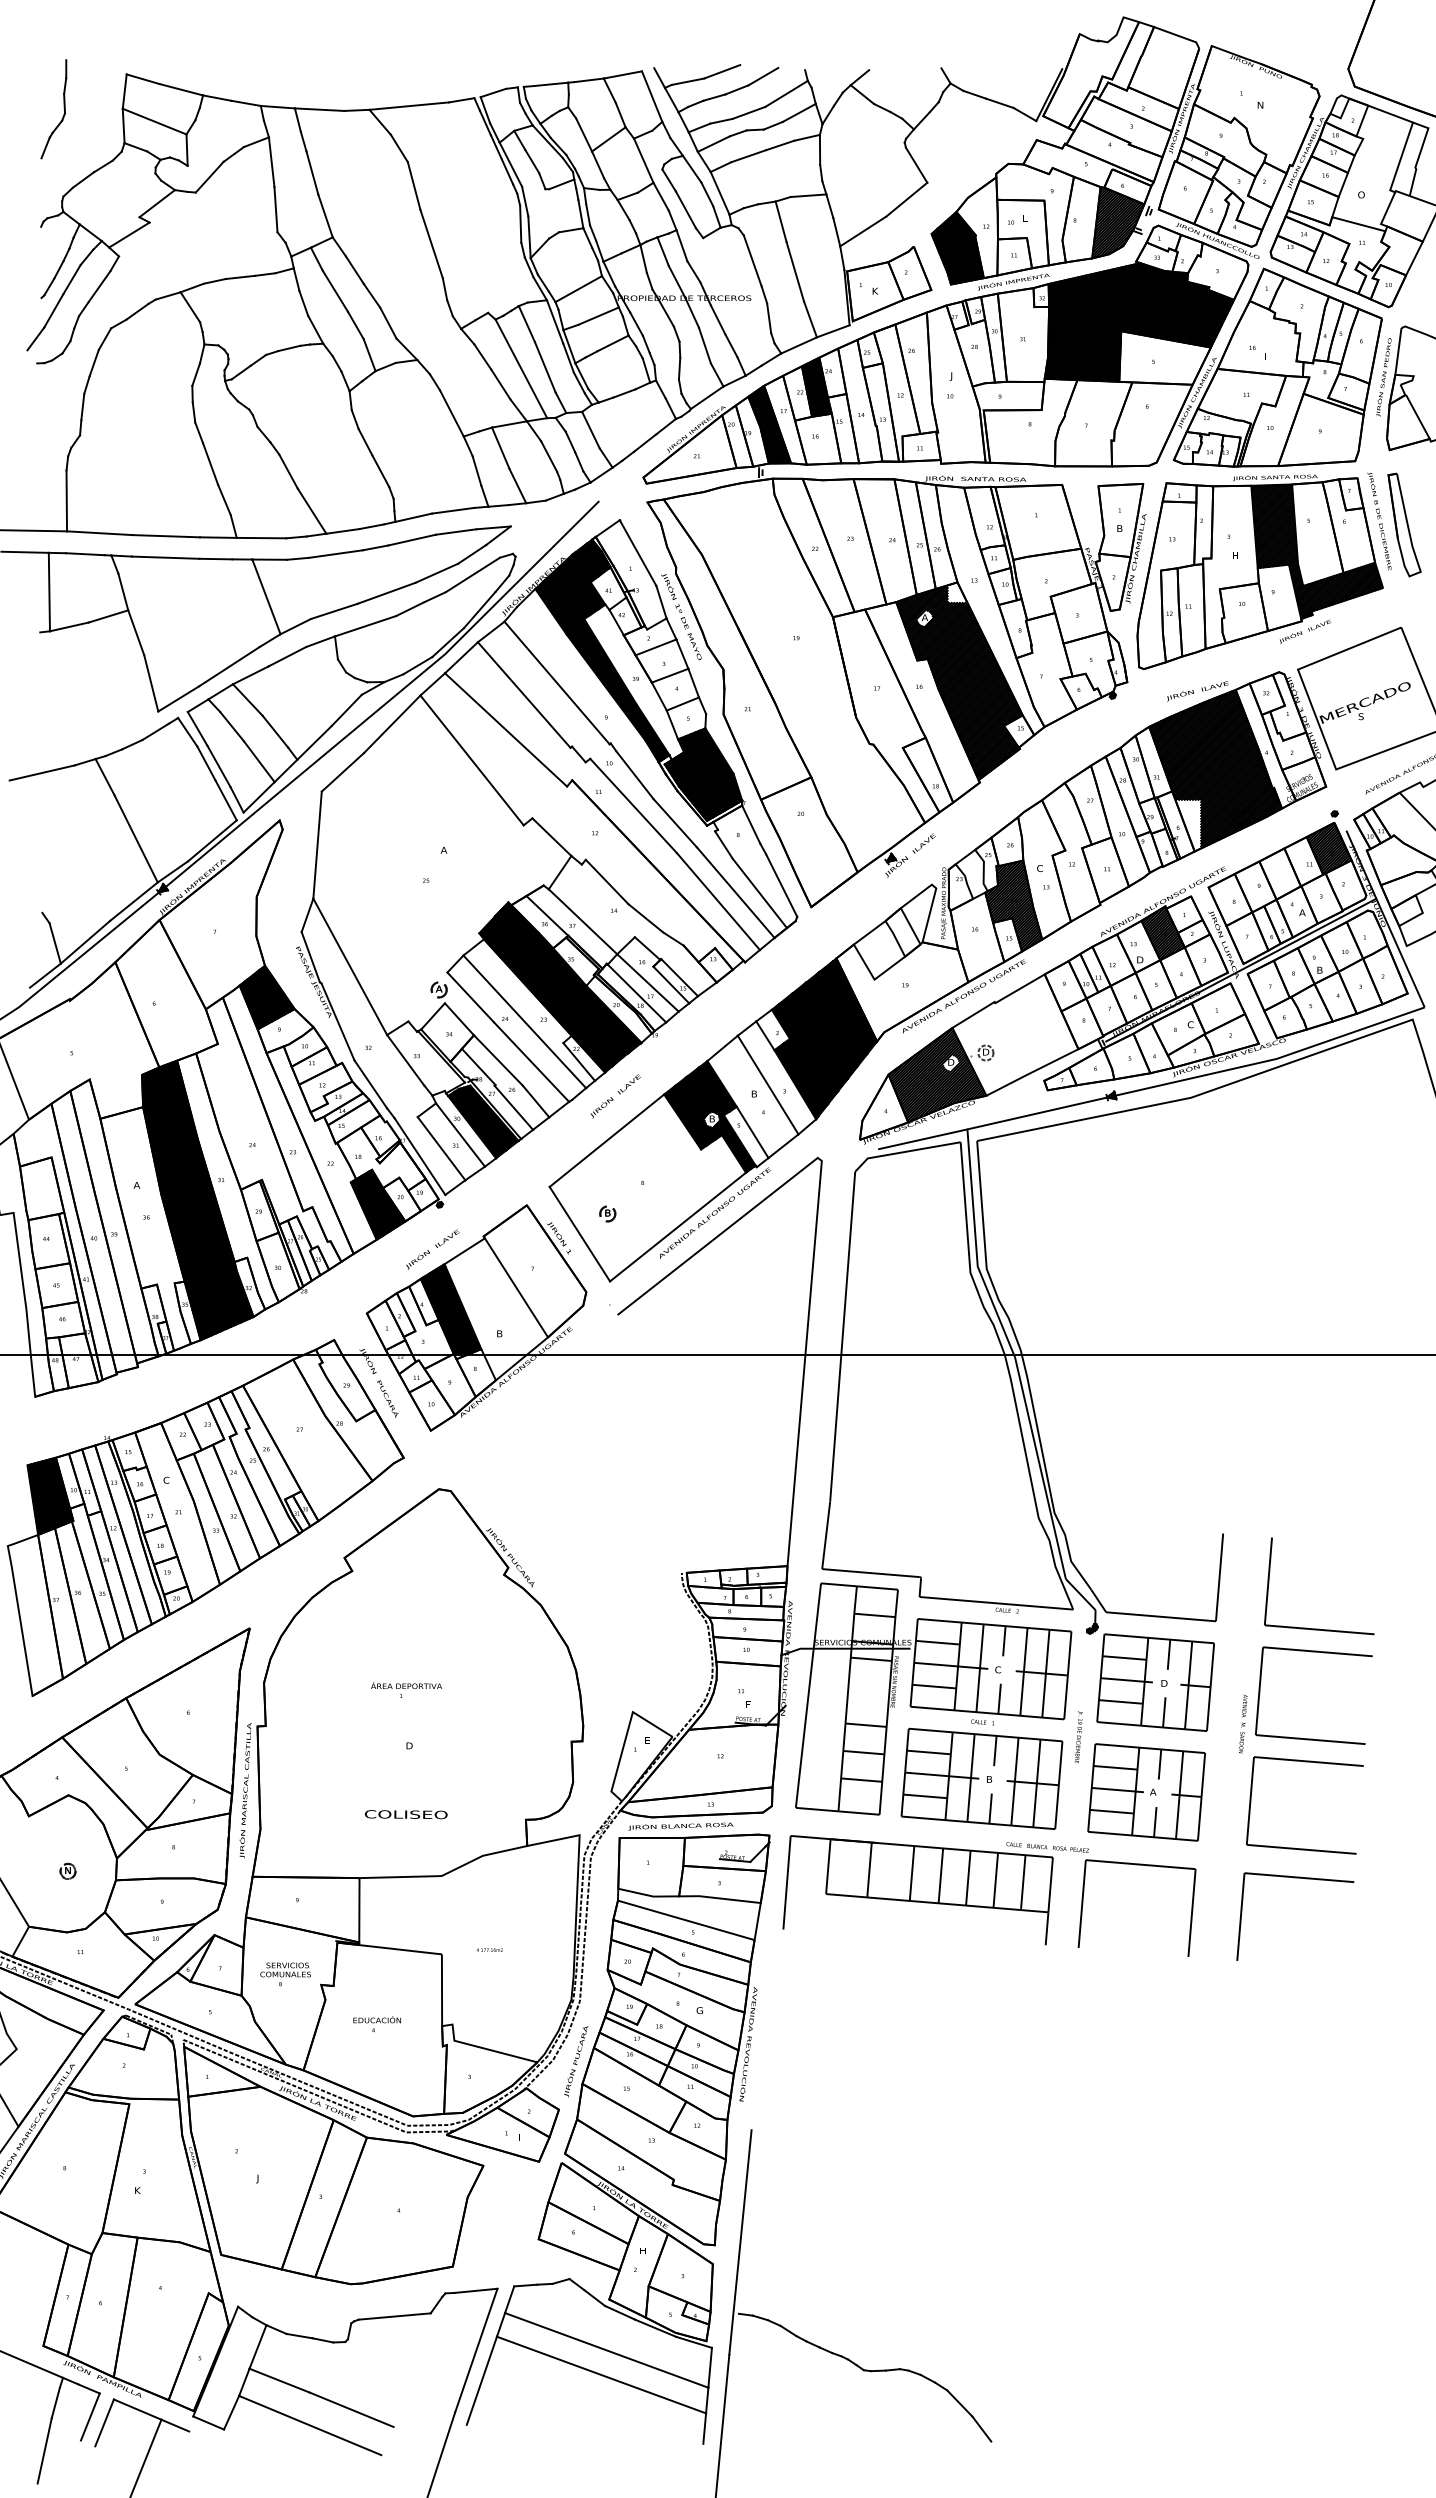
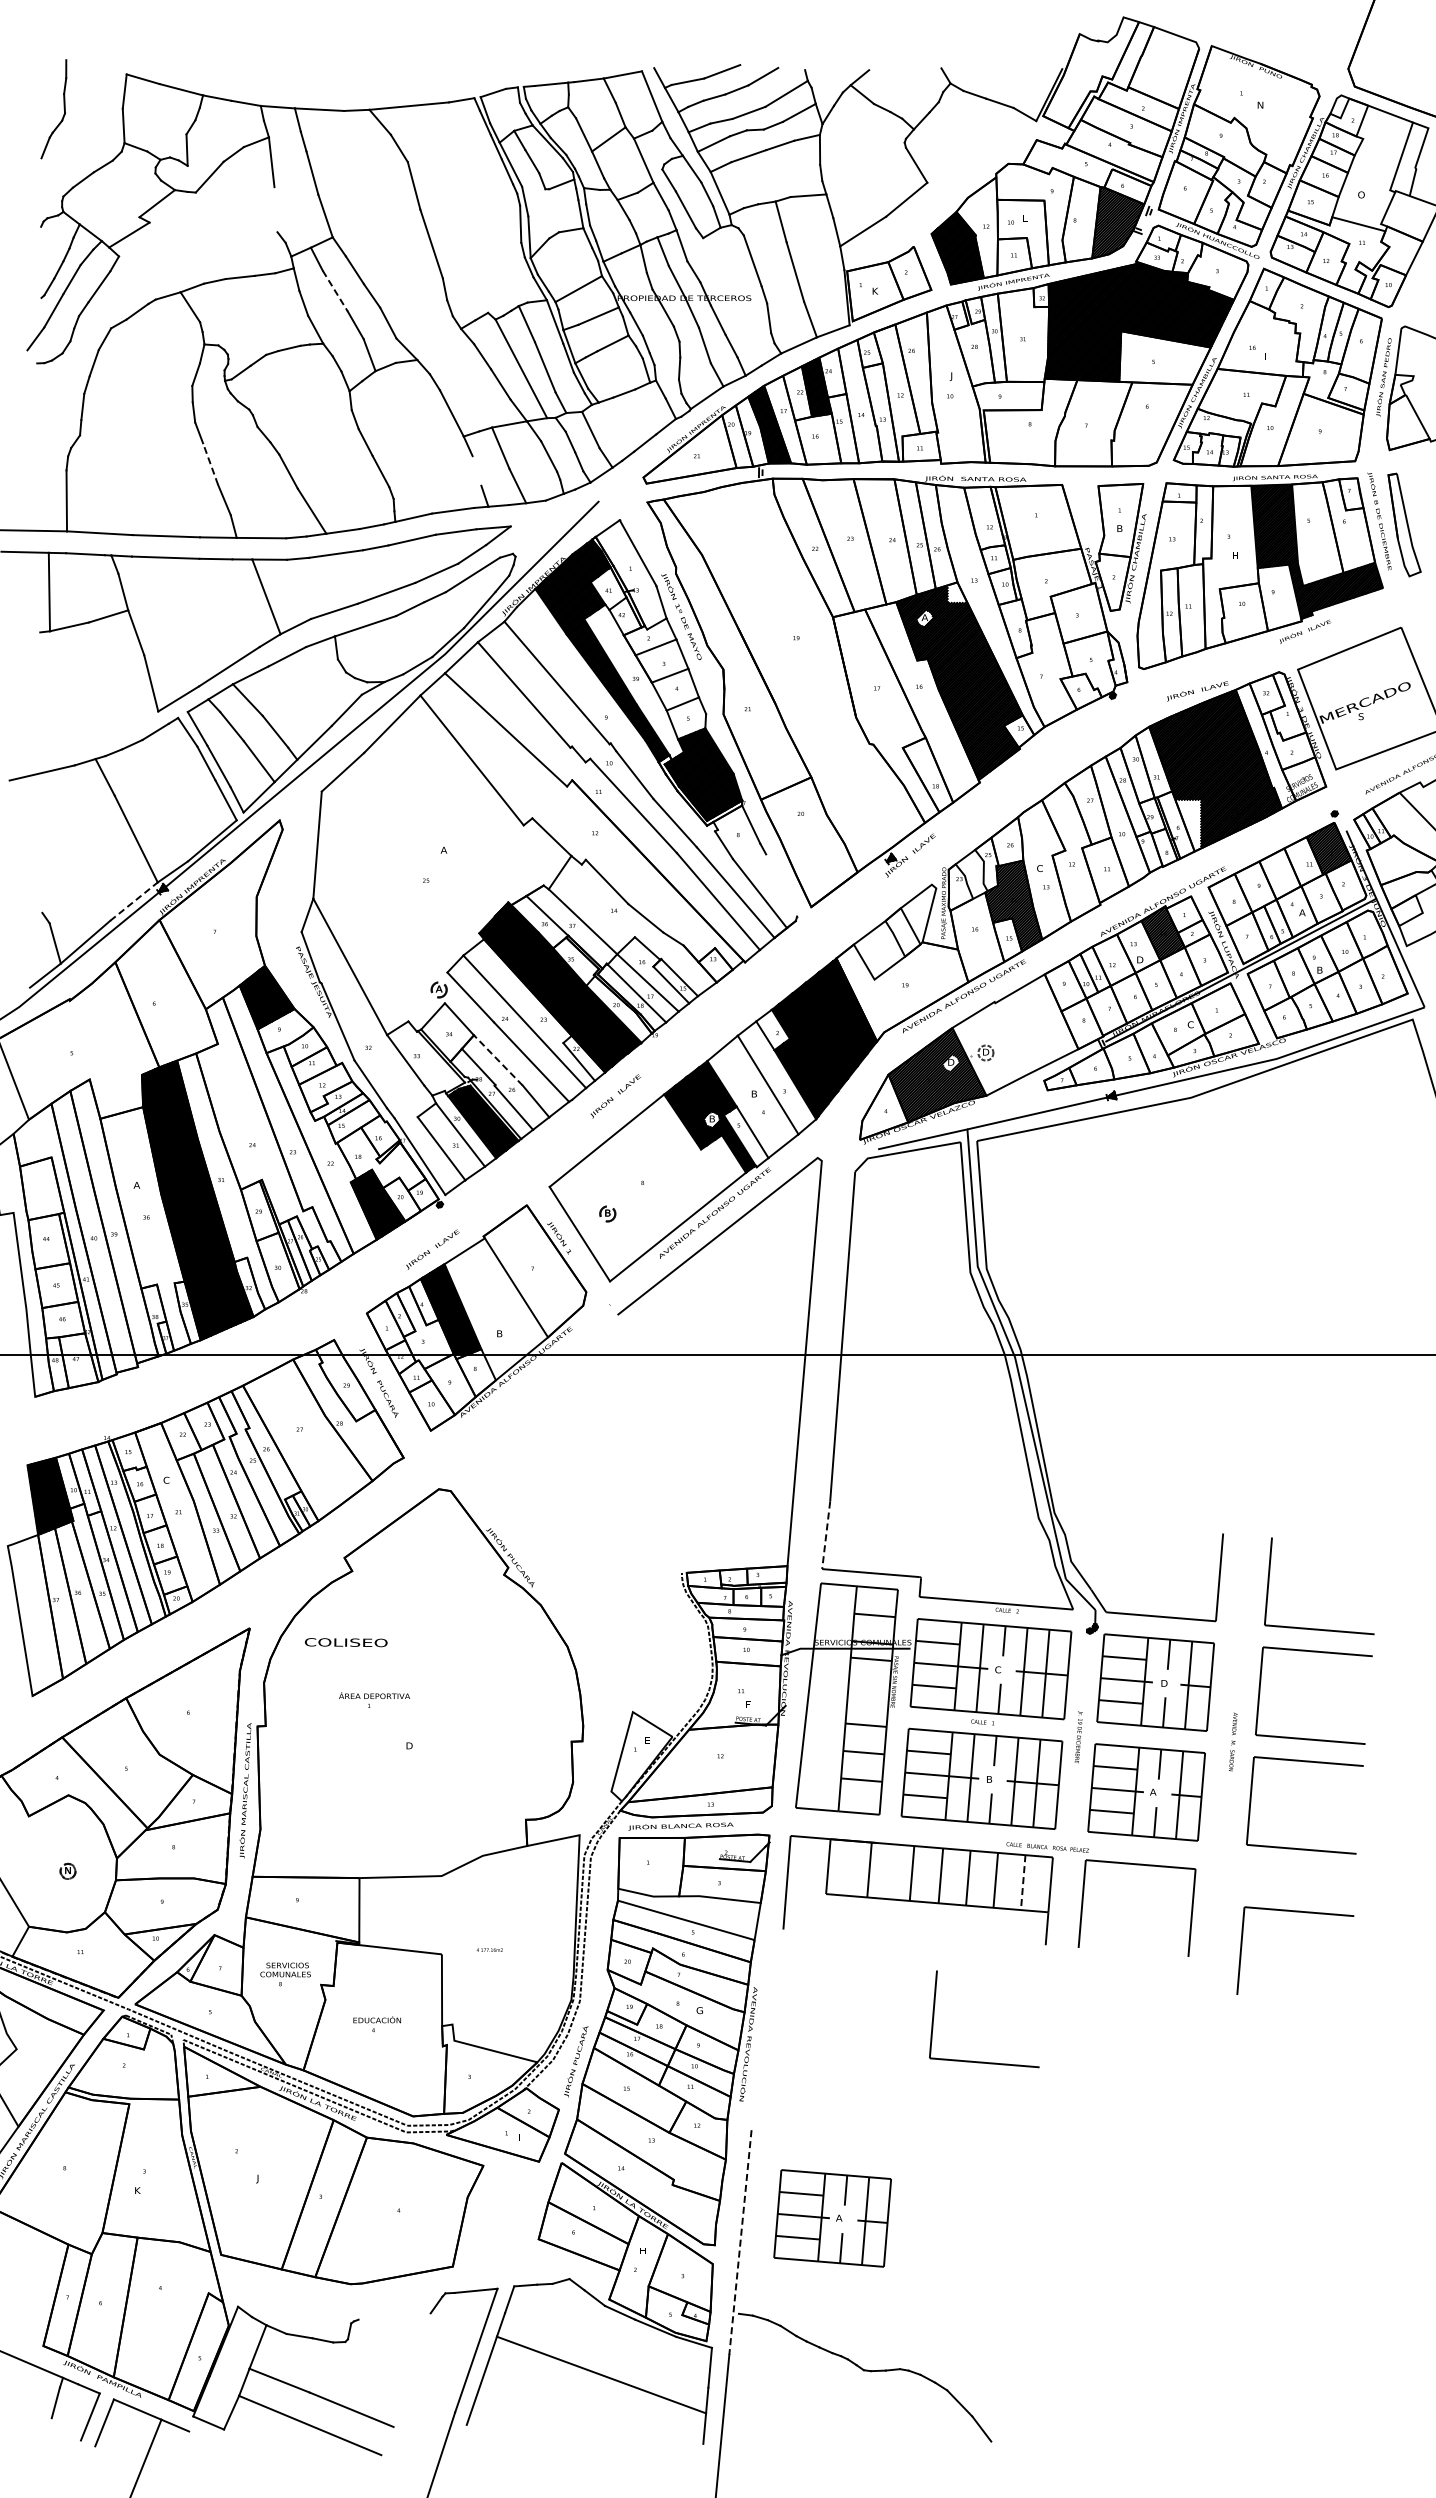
line at (154, 121): present -> none
line at (275, 209): present -> none
line at (335, 291): solid -> dashed
line at (210, 463): solid -> dashed
line at (476, 470): present -> none
line at (781, 885): present -> none
line at (134, 901): solid -> dashed
line at (498, 1060): solid -> dashed
line at (826, 1535): solid -> dashed
text at (406, 1689) position: (406, 1689) -> (374, 1699)
text at (1243, 1723) position: (1243, 1723) -> (1233, 1741)
text at (406, 1814) position: (406, 1814) -> (346, 1642)
part at (1295, 1878) position: (1295, 1878) -> (1295, 1912)
line at (1023, 1882): solid -> dashed
part at (984, 2061): none -> present
part at (832, 2218): none -> present
line at (740, 2242): solid -> dashed
line at (394, 2316): present -> none
line at (606, 2350): present -> none
line at (44, 2450): present -> none
